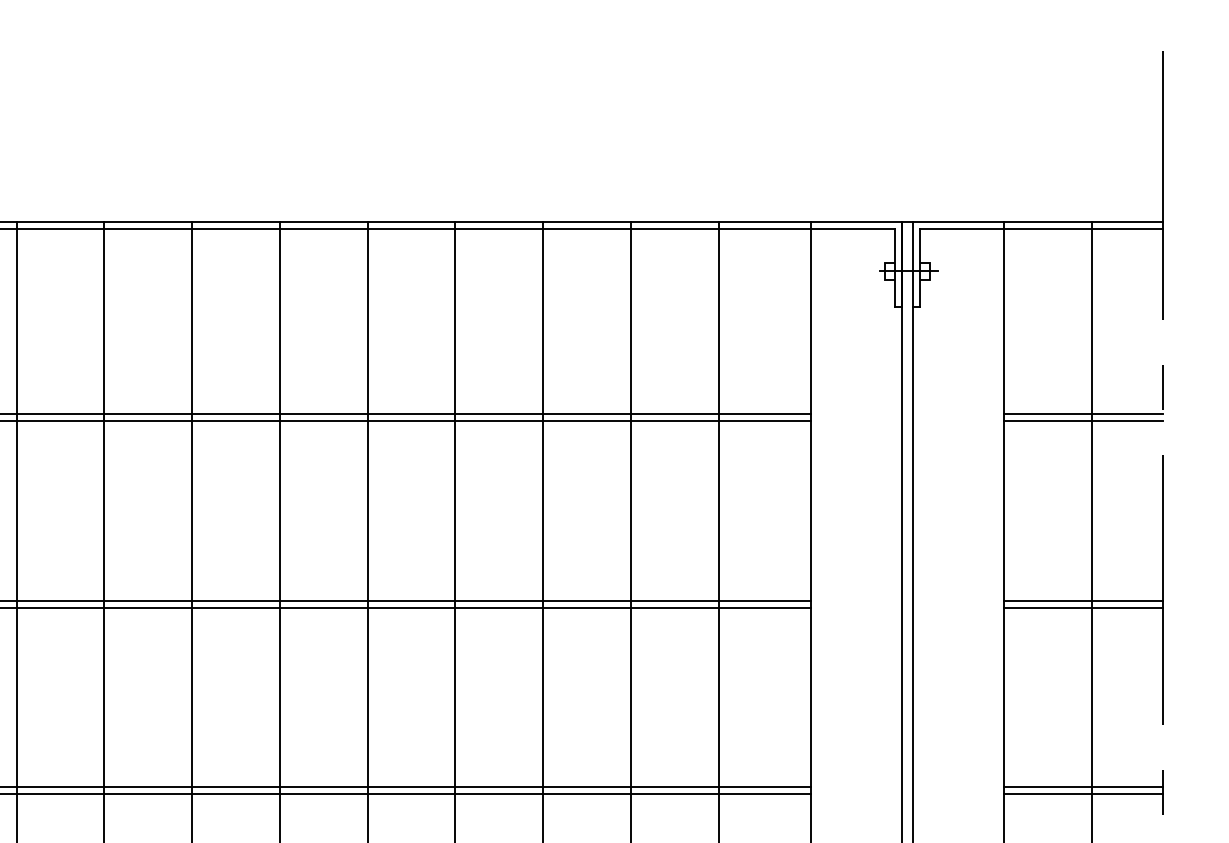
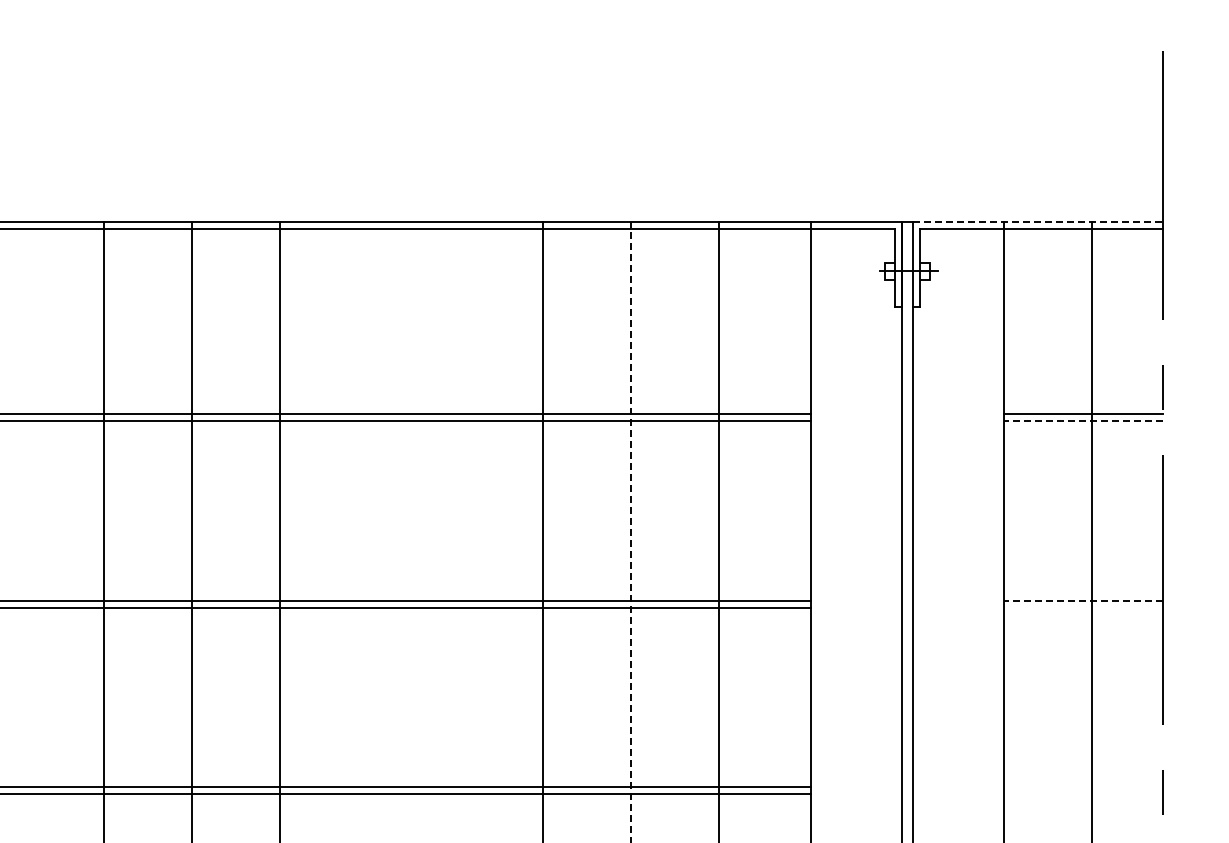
line at (1037, 222): solid -> dashed
line at (1082, 420): solid -> dashed
line at (16, 530): present -> none
line at (367, 530): present -> none
line at (455, 530): present -> none
line at (630, 532): solid -> dashed
line at (1082, 600): solid -> dashed
line at (1083, 607): present -> none
line at (1083, 787): present -> none
line at (1083, 794): present -> none
